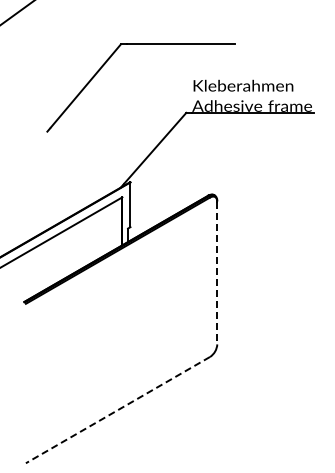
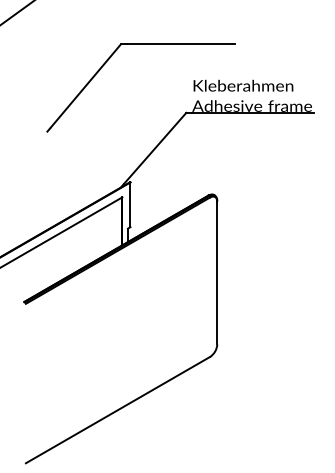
line at (217, 273): dashed -> solid
line at (117, 410): dashed -> solid
